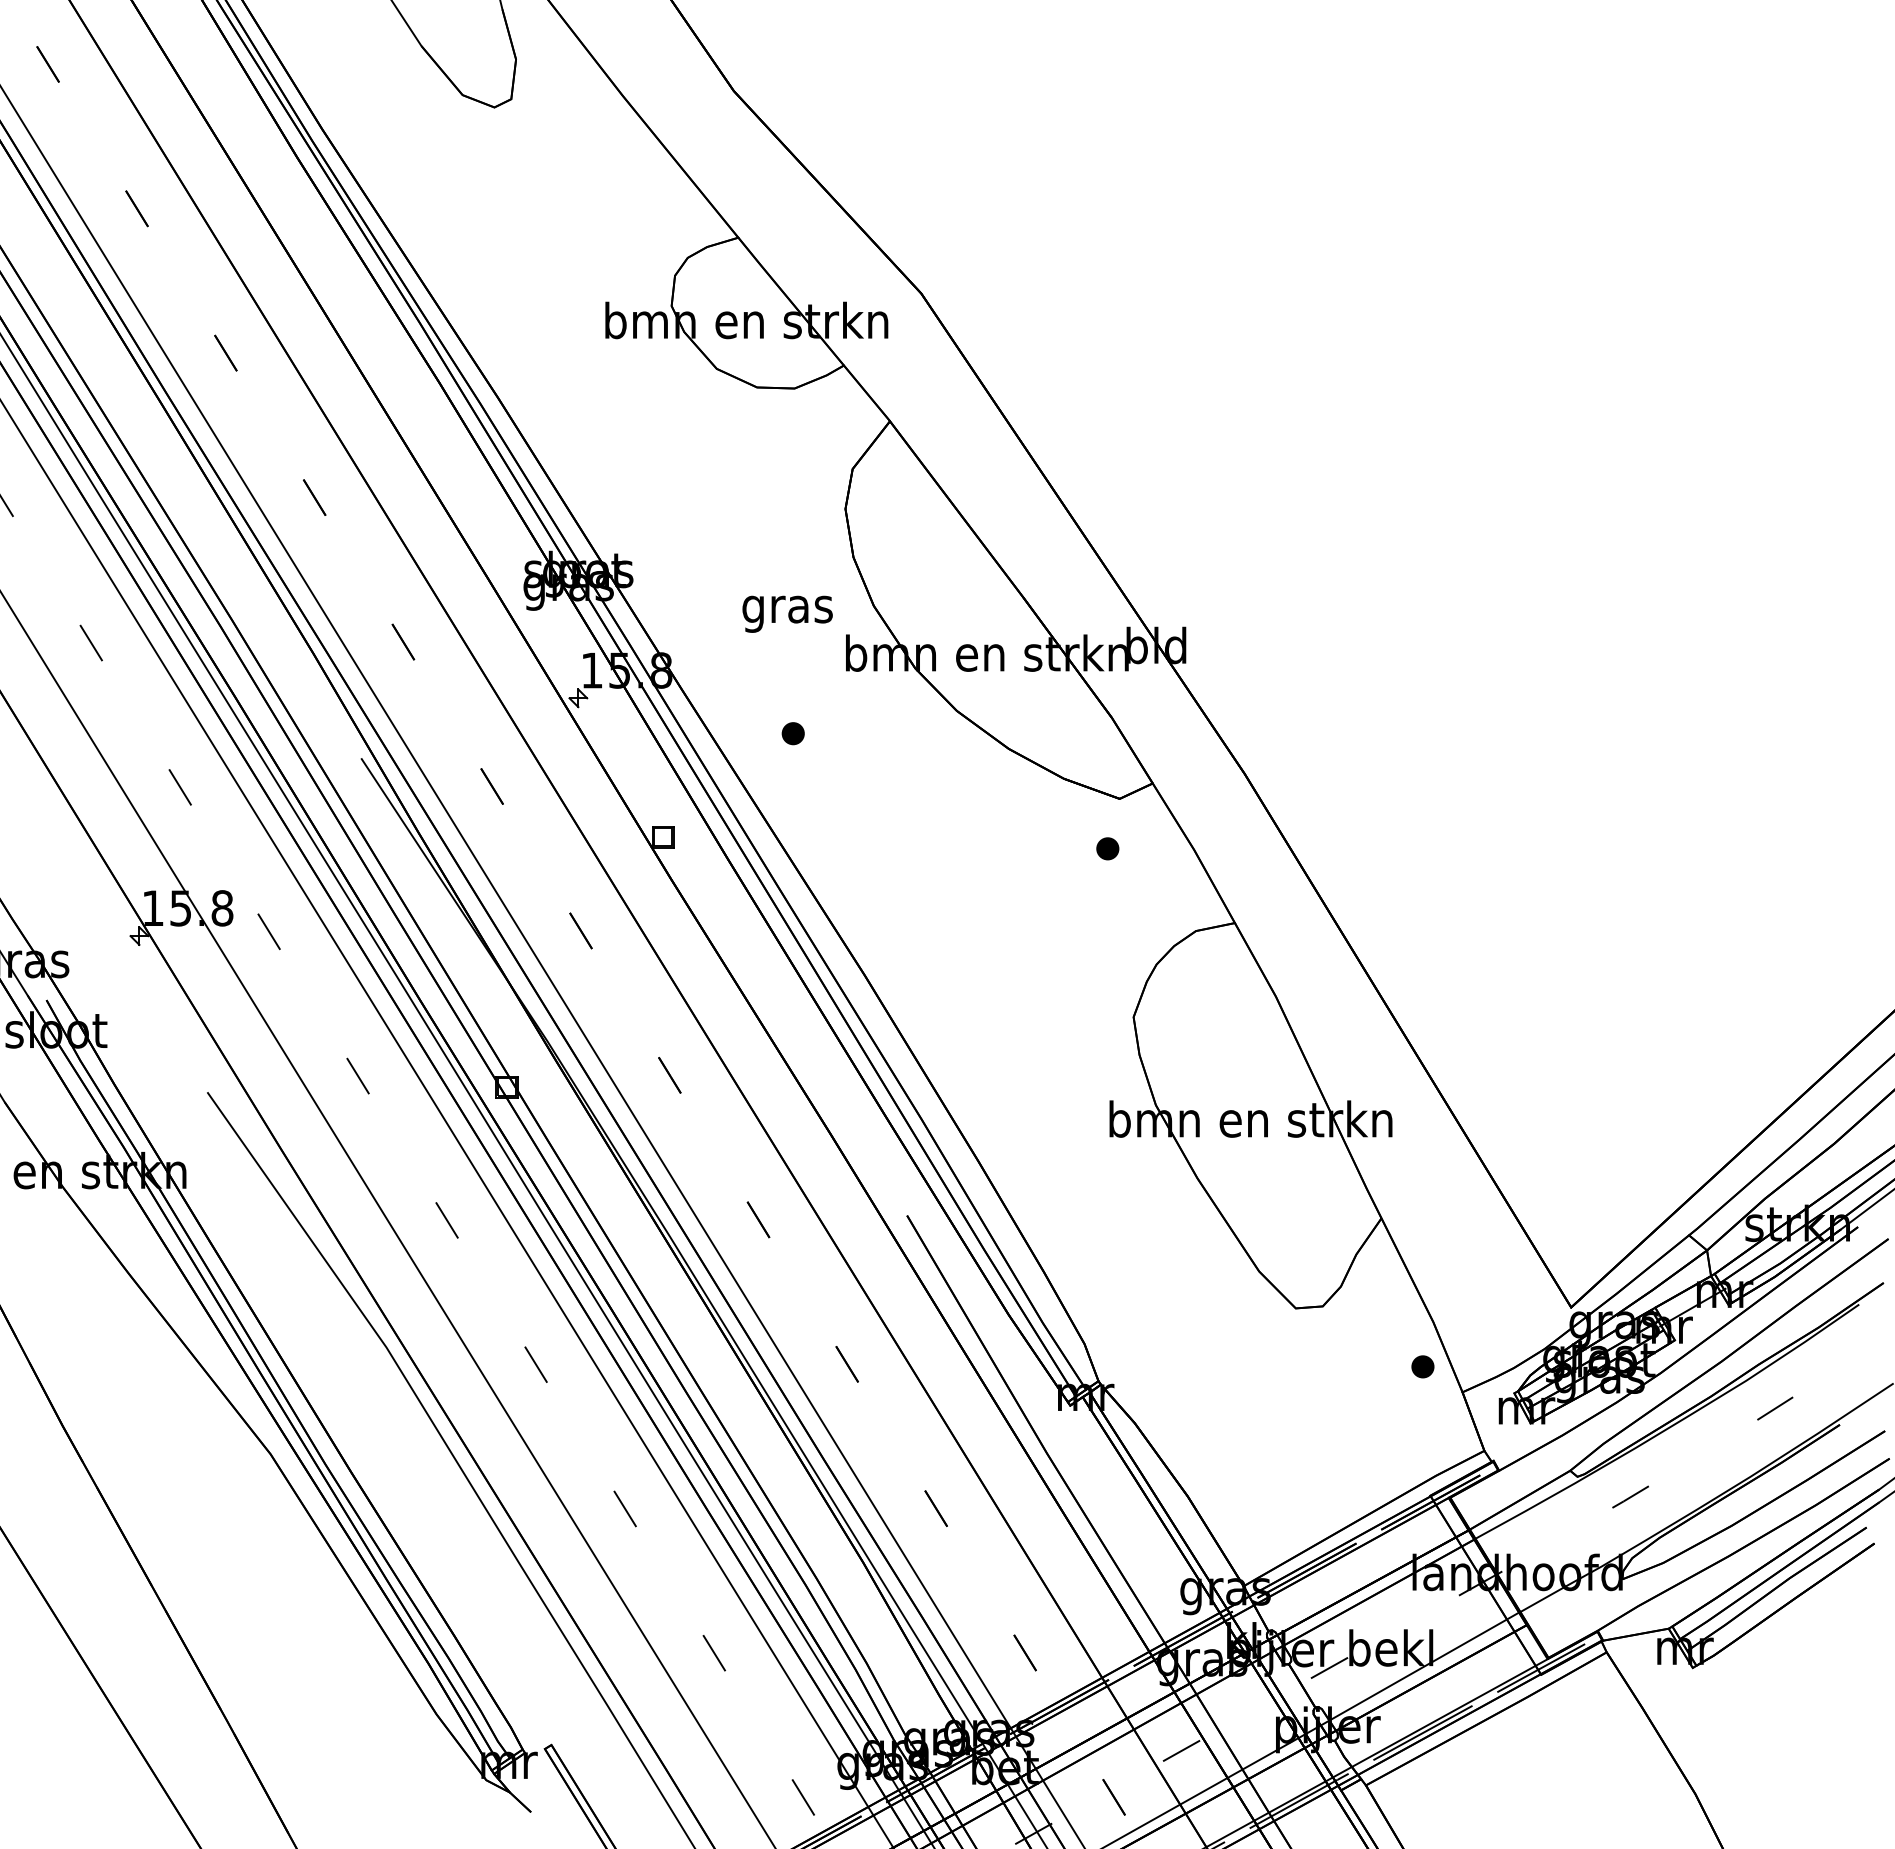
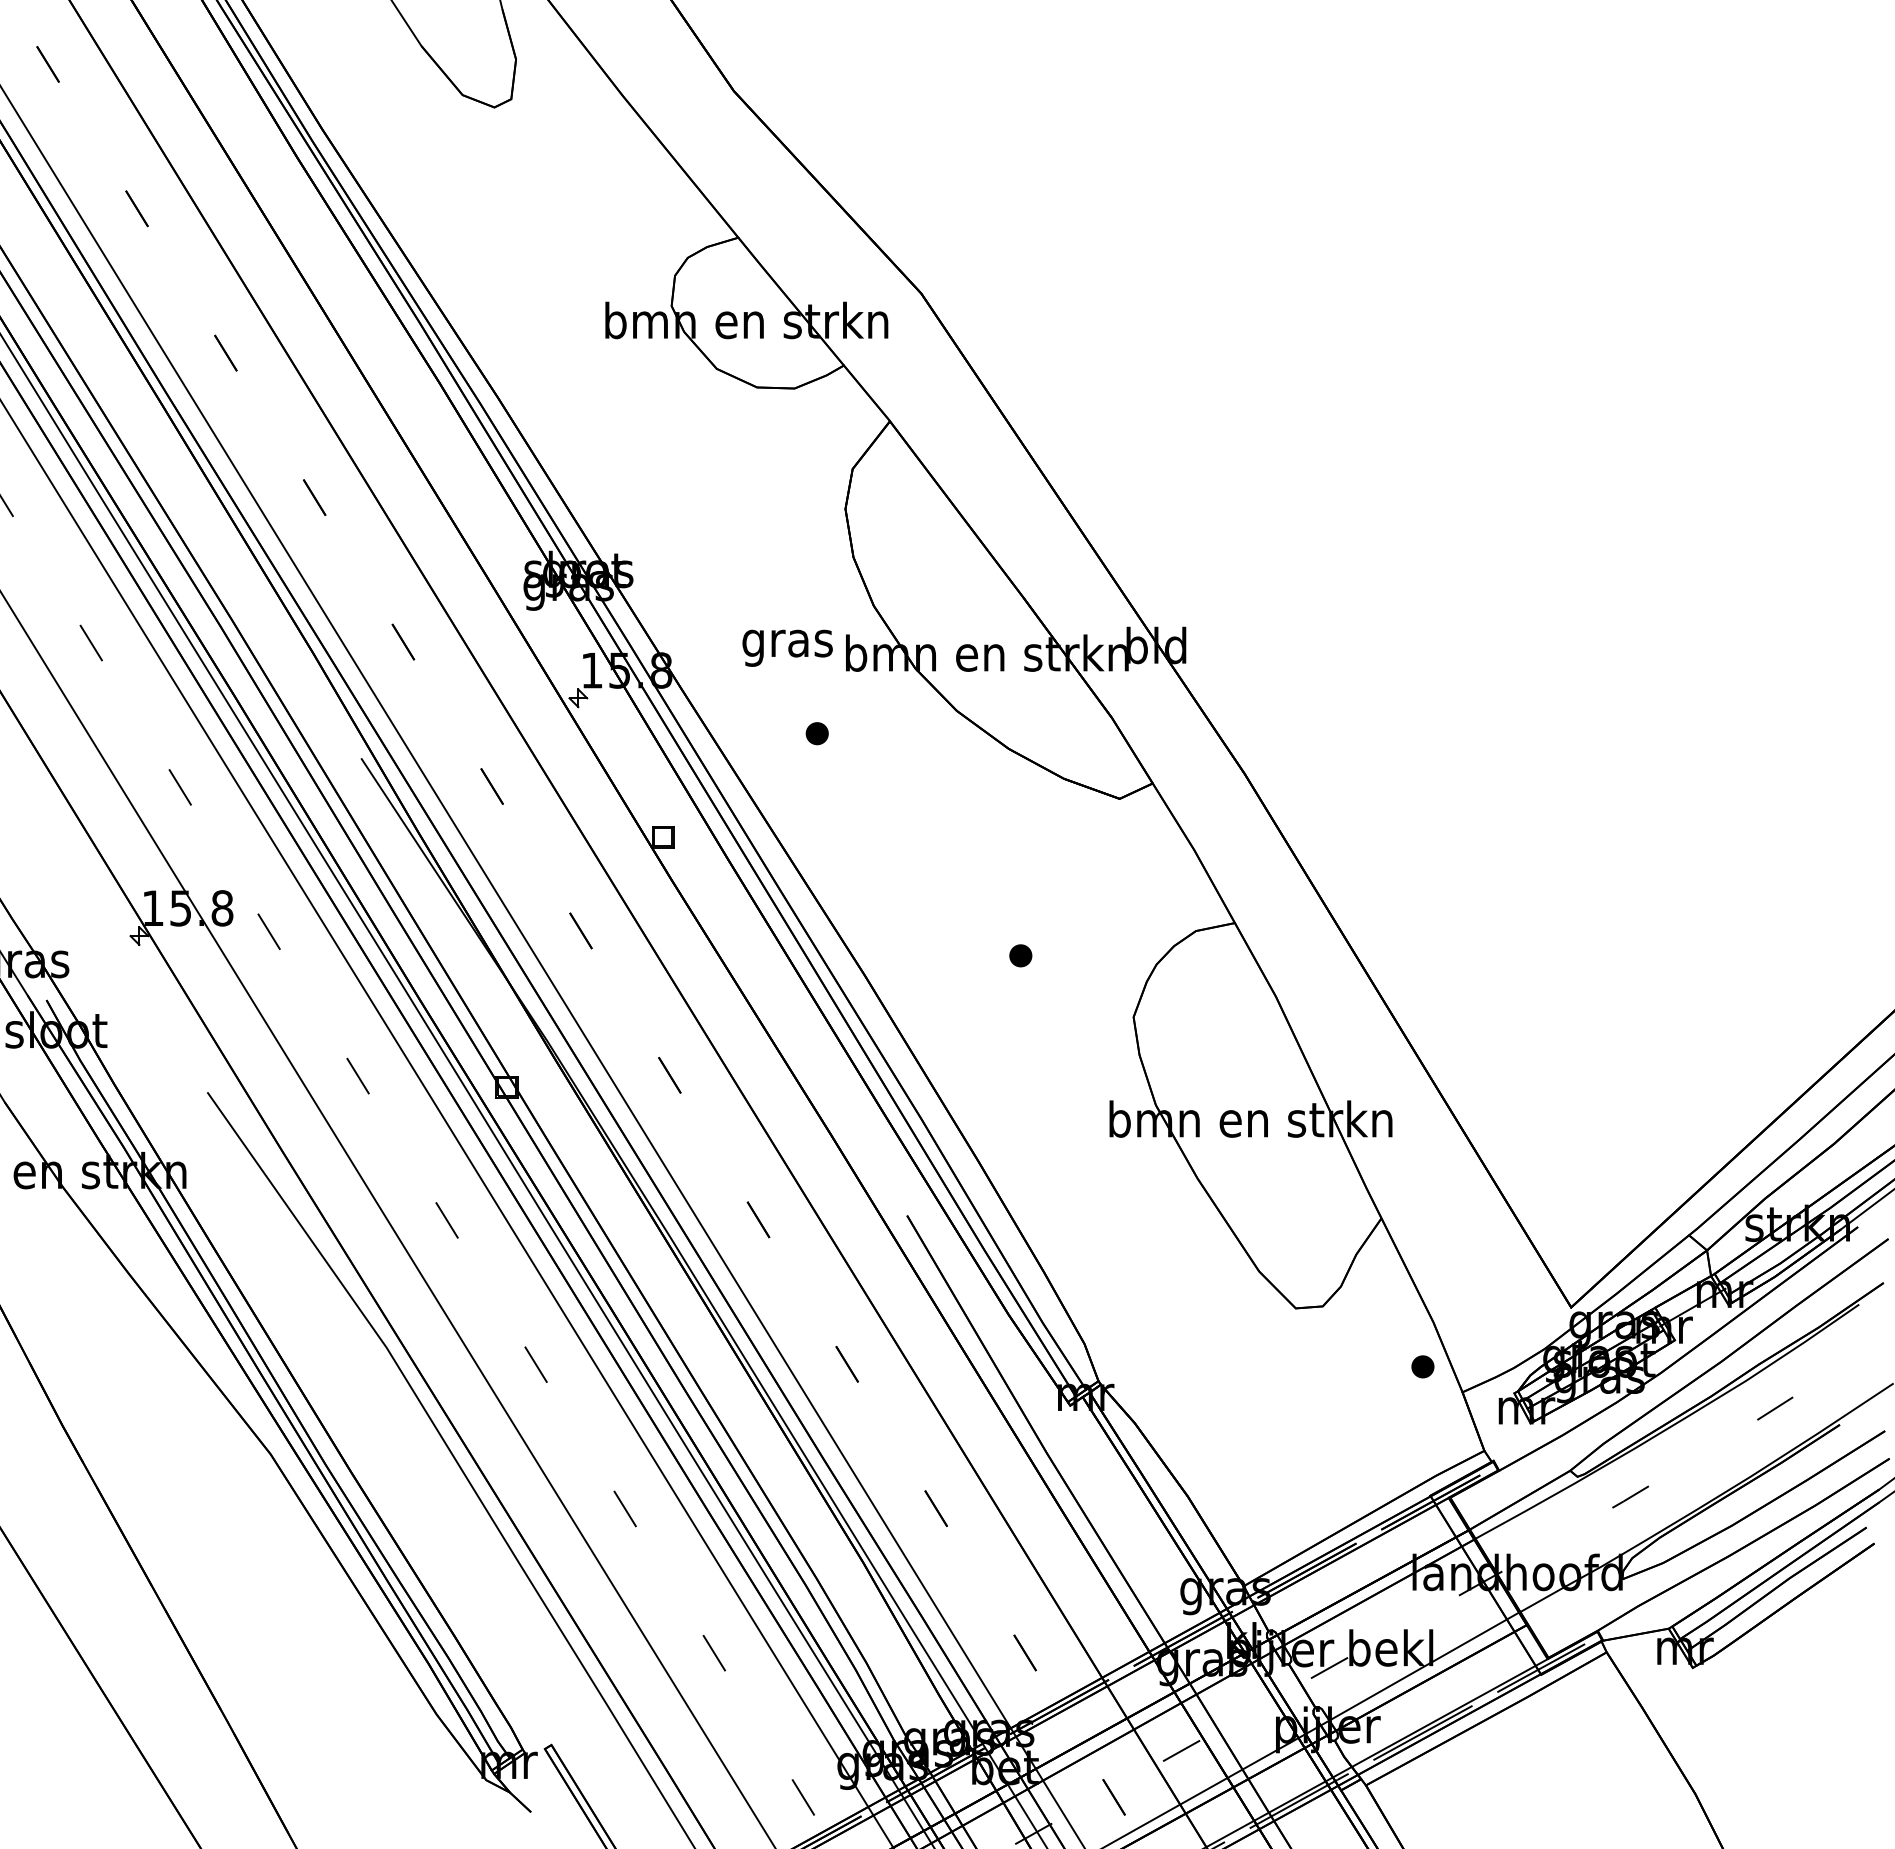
text at (787, 613) position: (787, 613) -> (787, 647)
part at (792, 733) position: (792, 733) -> (816, 733)
part at (1107, 848) position: (1107, 848) -> (1020, 955)
